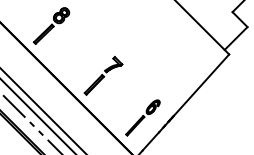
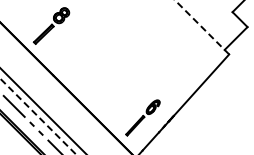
line at (201, 26): solid -> dashed
part at (103, 75): present -> none
line at (38, 116): solid -> dashed
